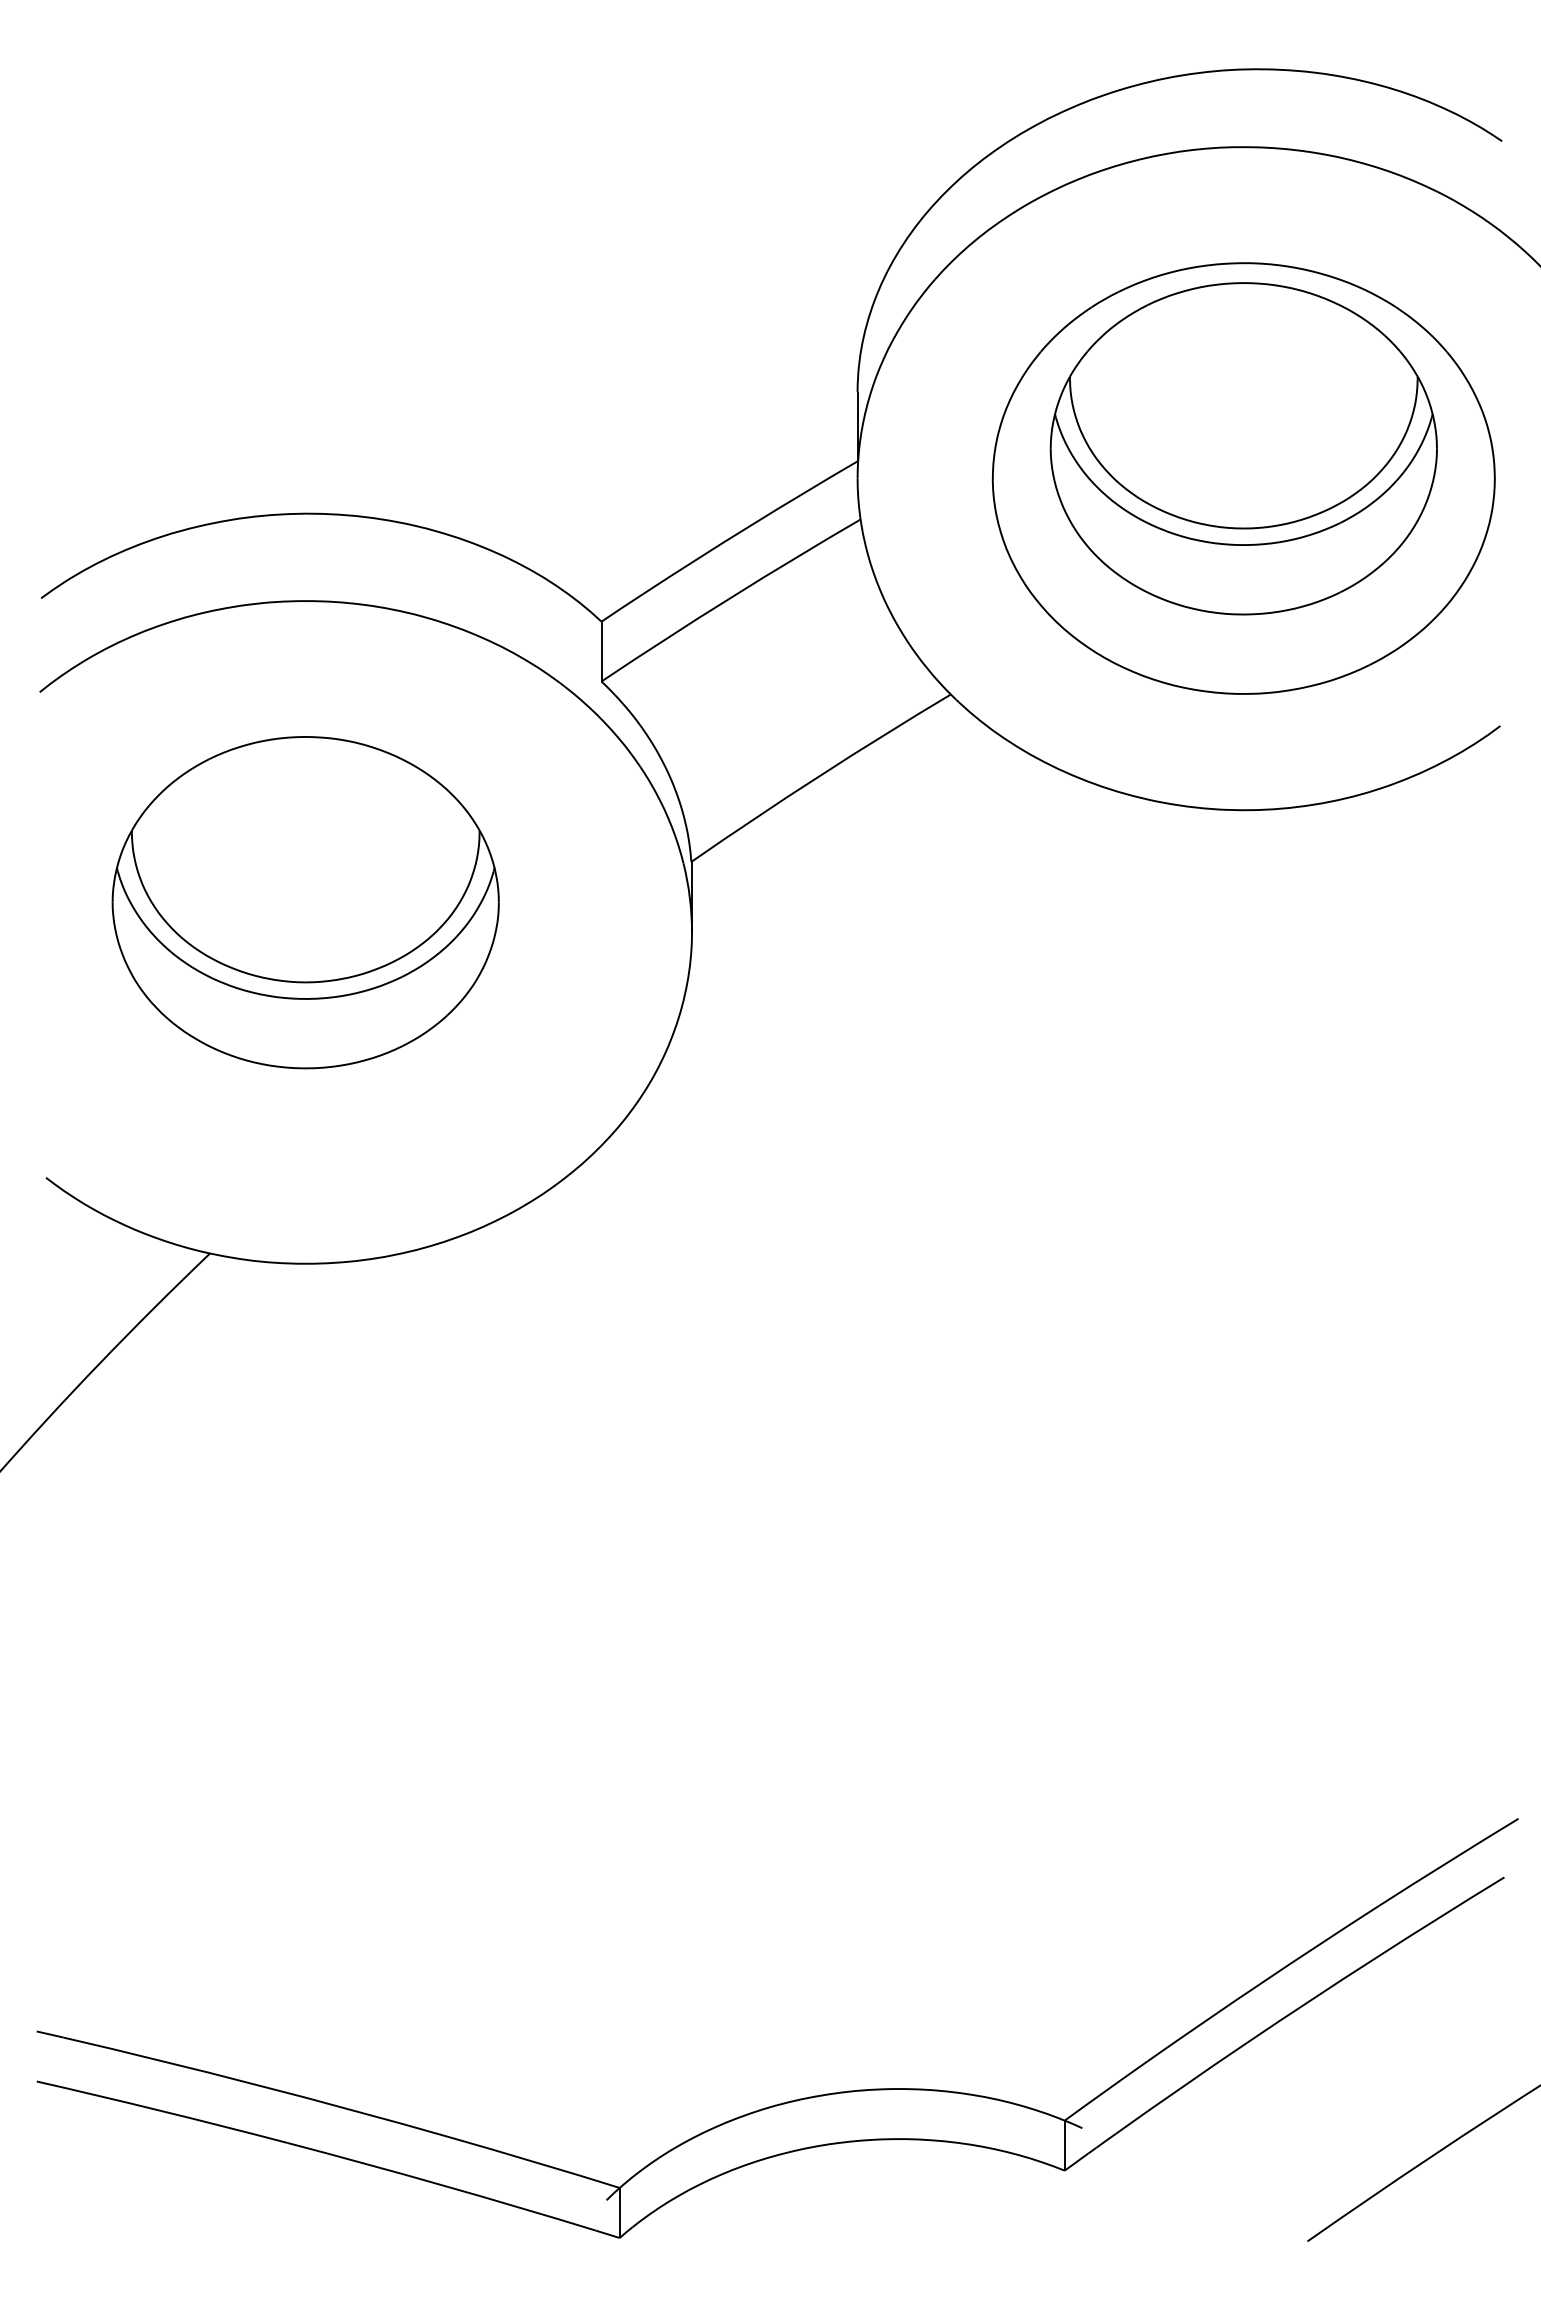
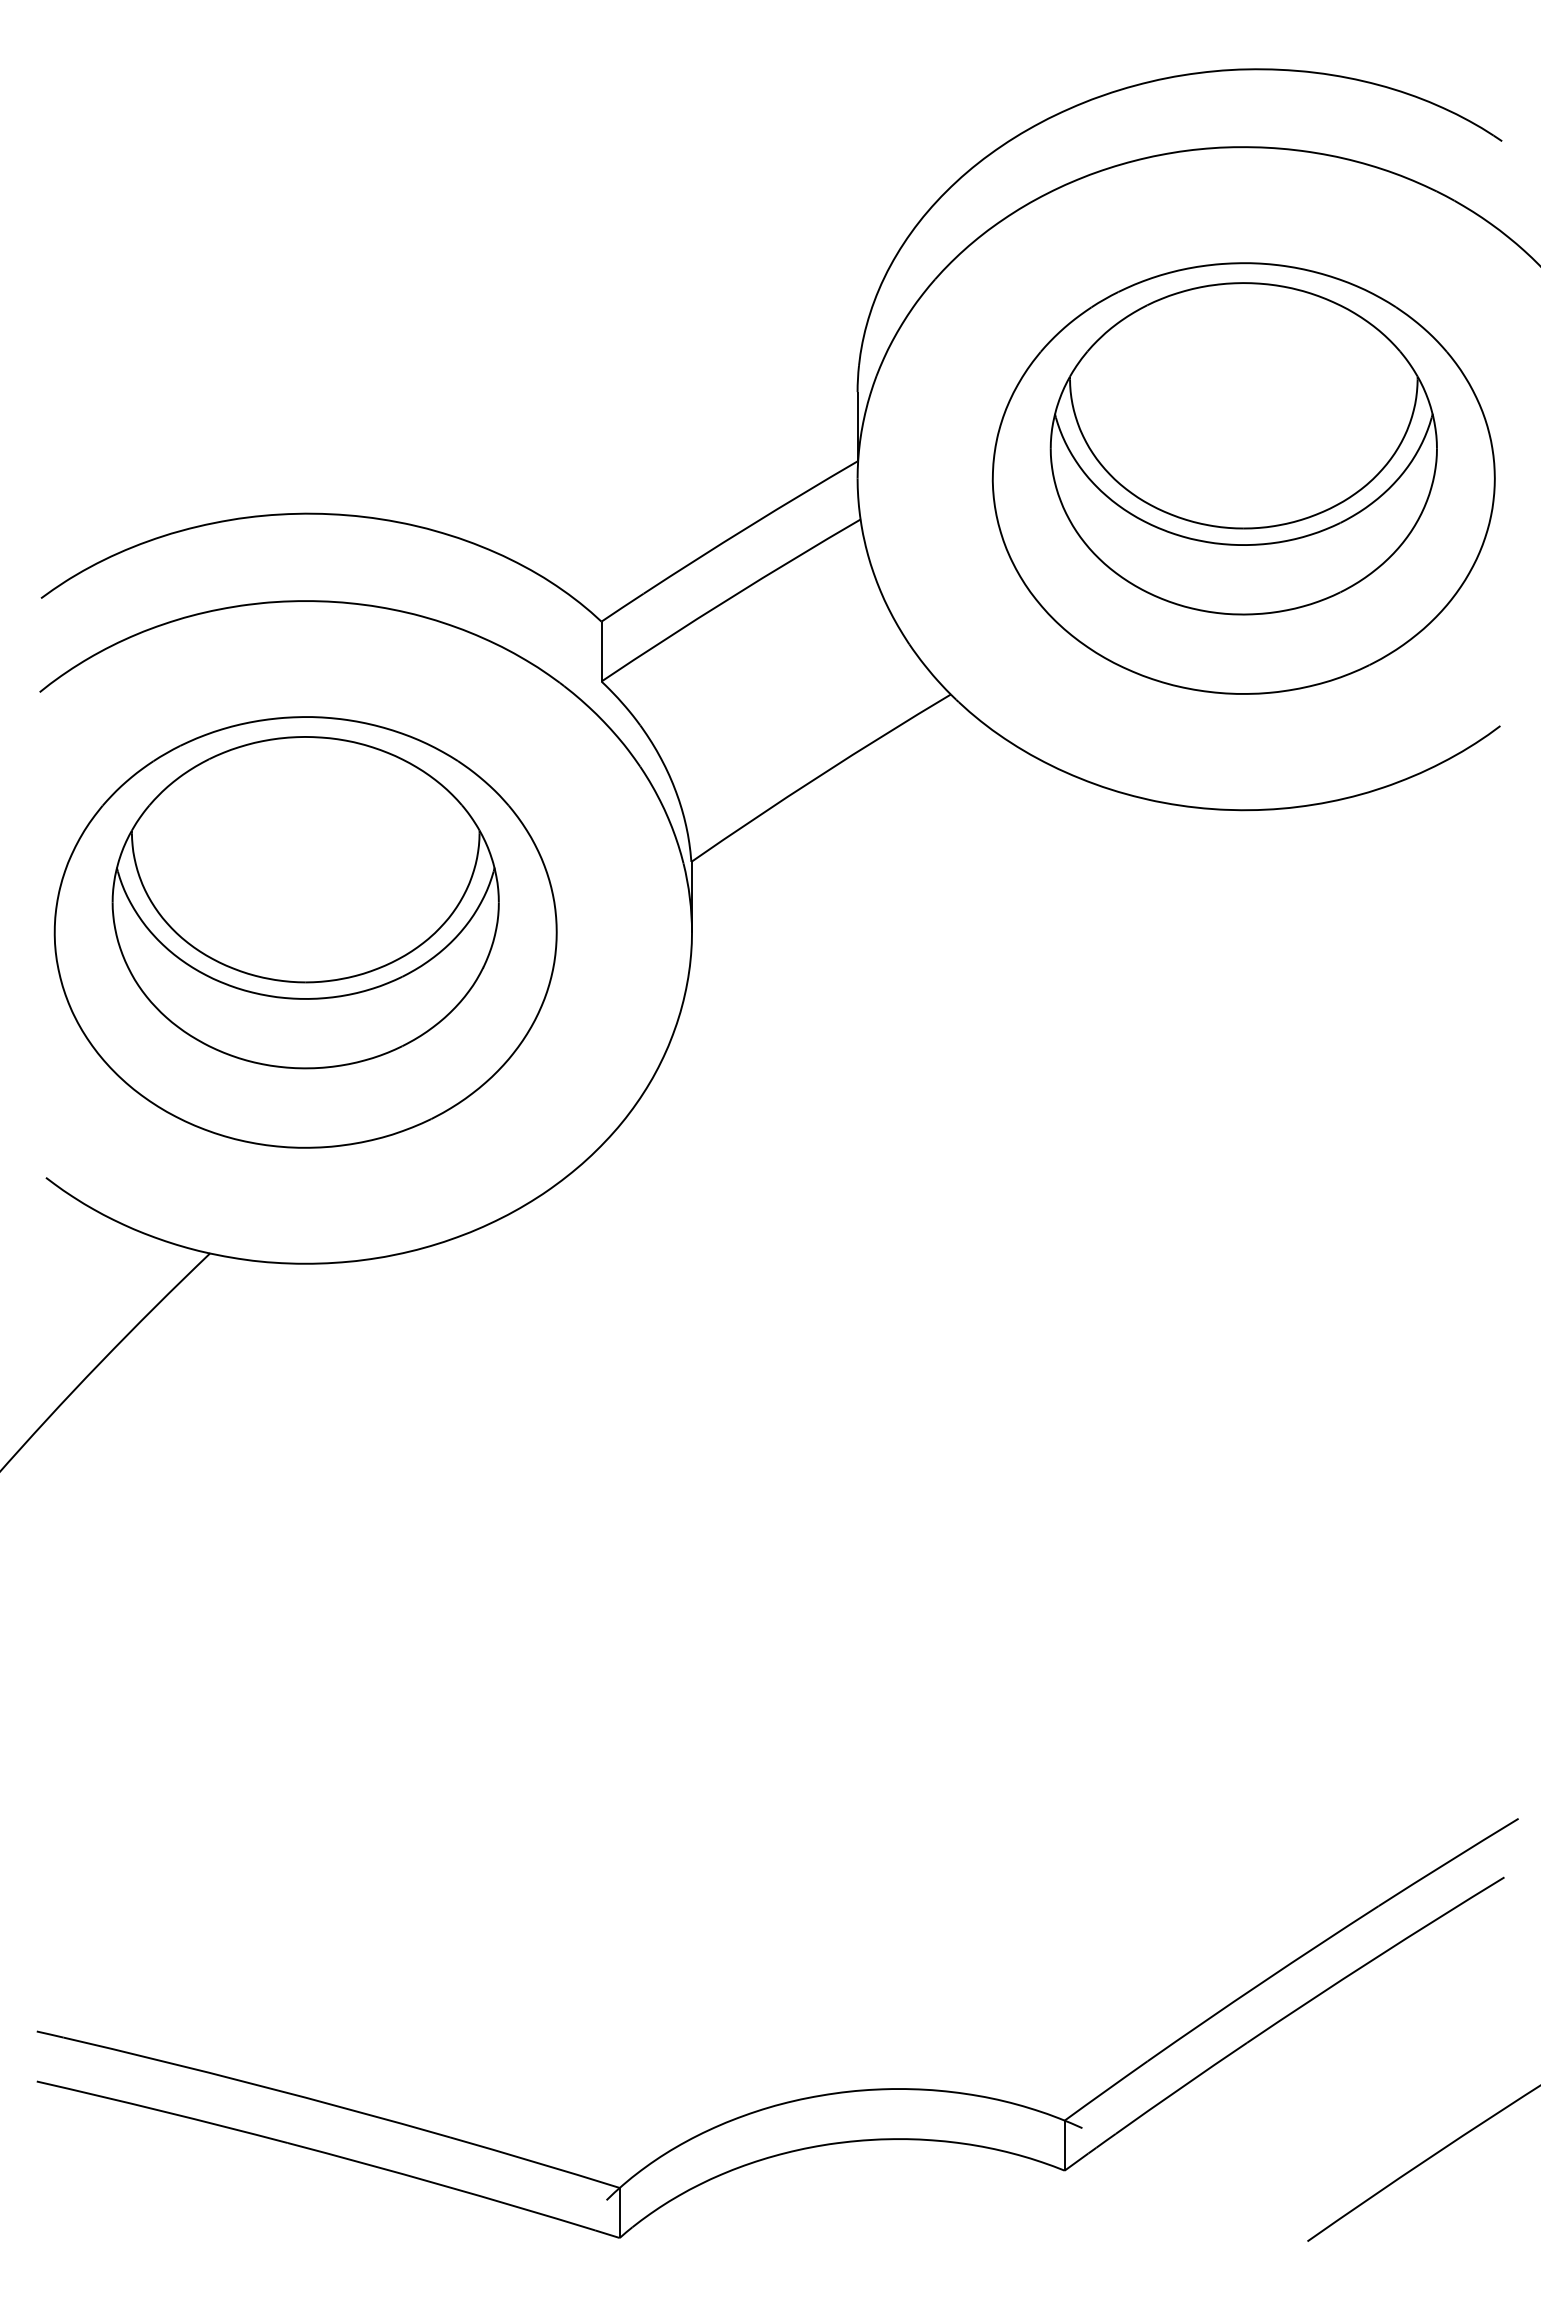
part at (305, 932): none -> present
